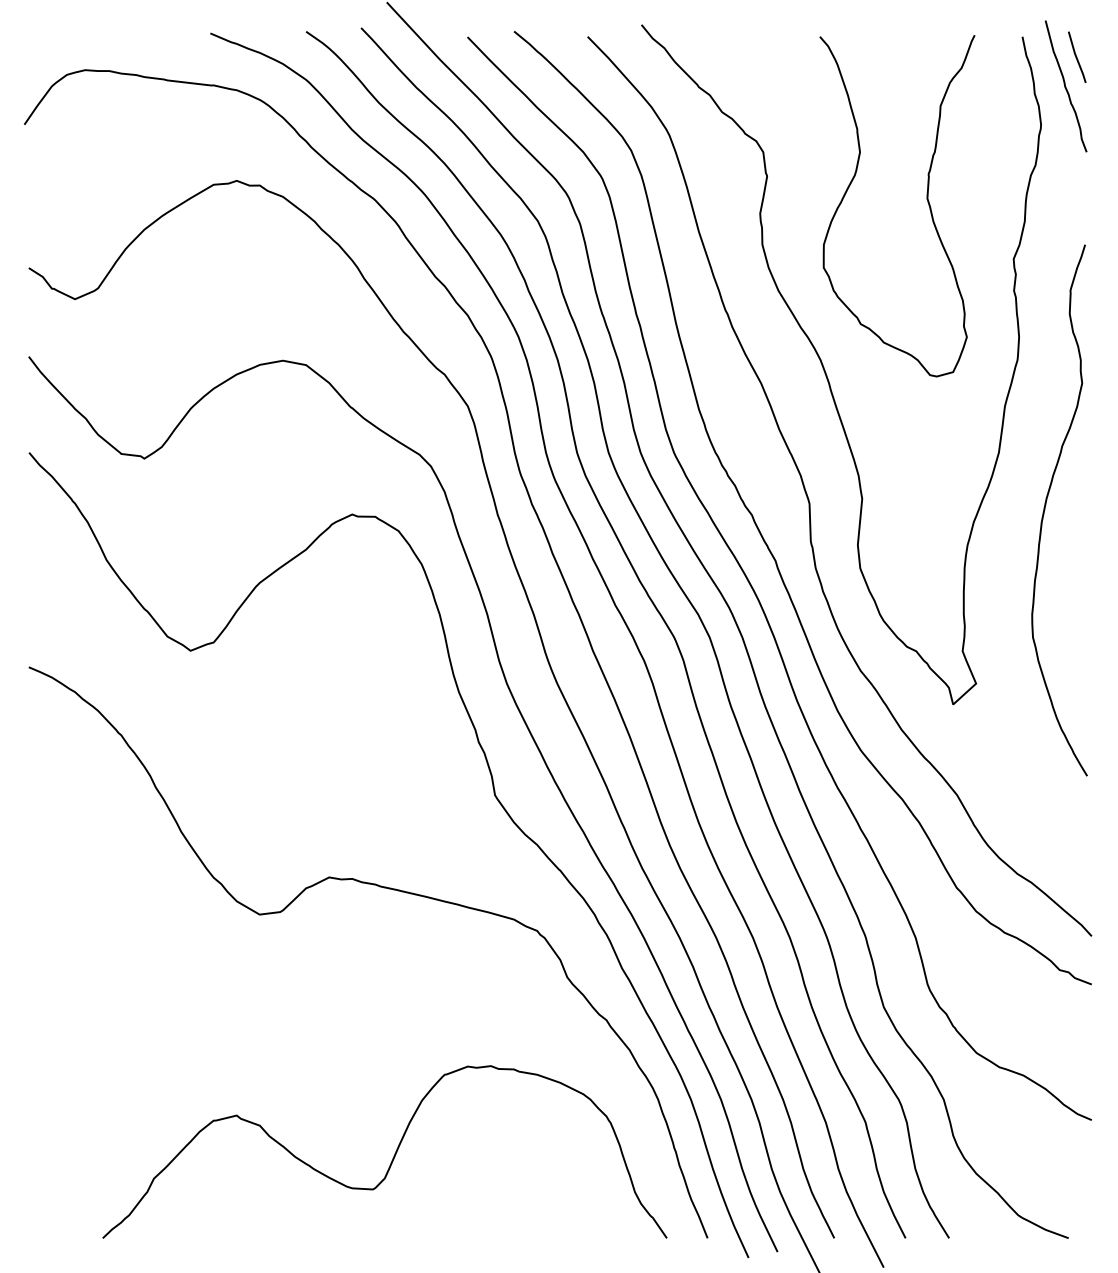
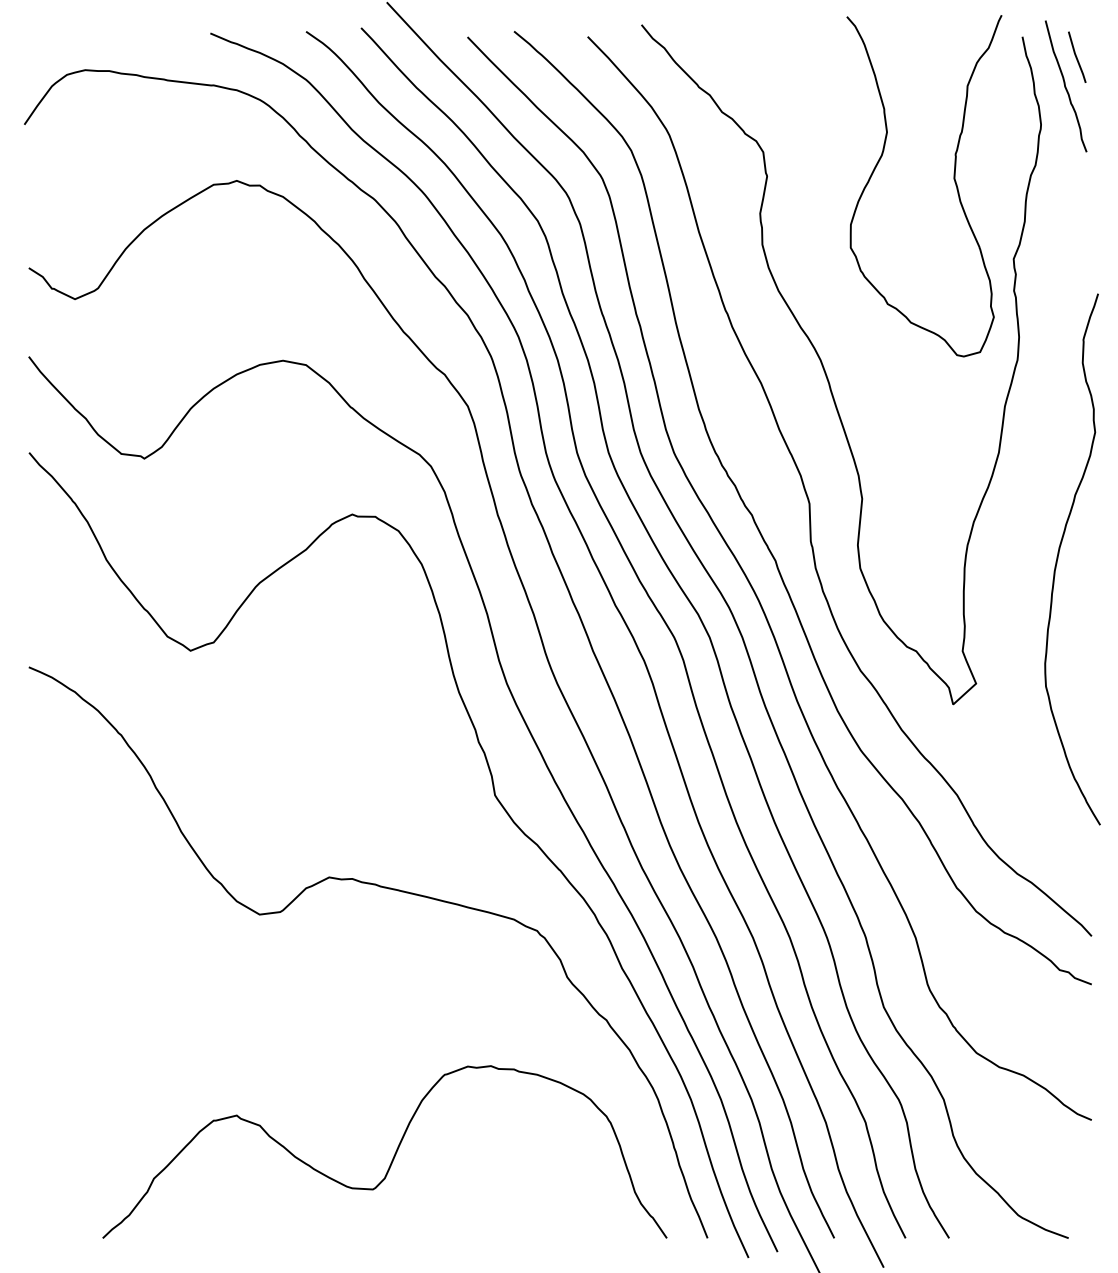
curve at (926, 199) position: (926, 199) -> (953, 179)
curve at (1046, 505) position: (1046, 505) -> (1059, 554)
